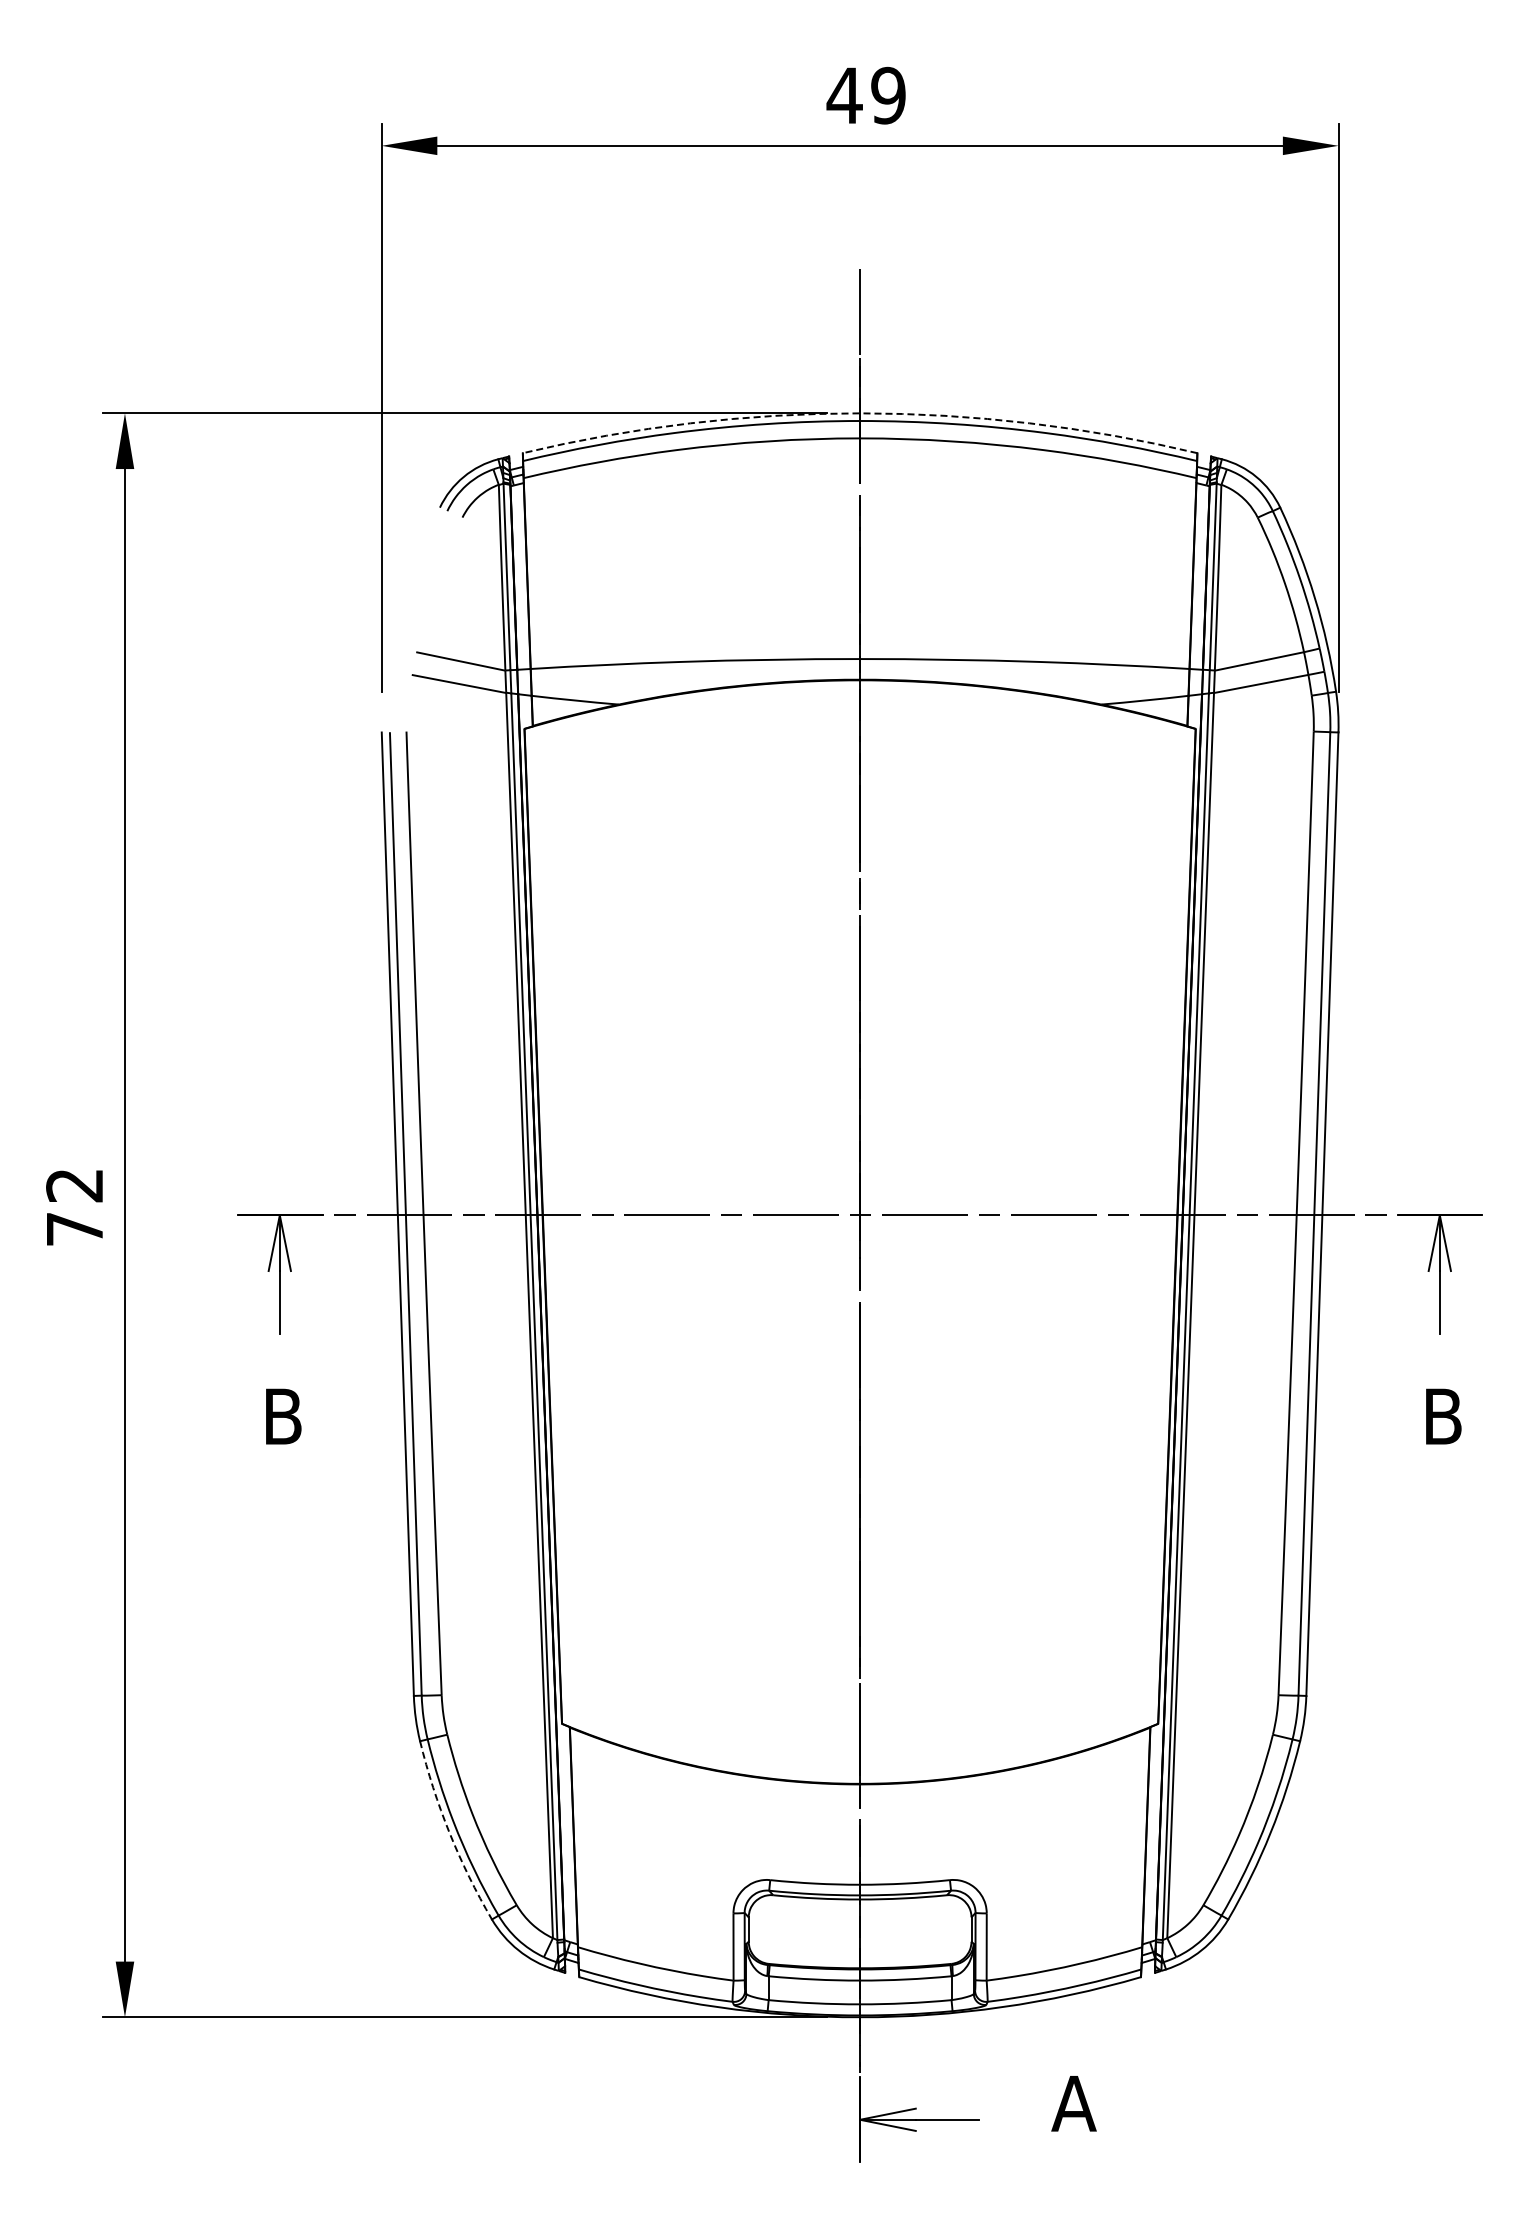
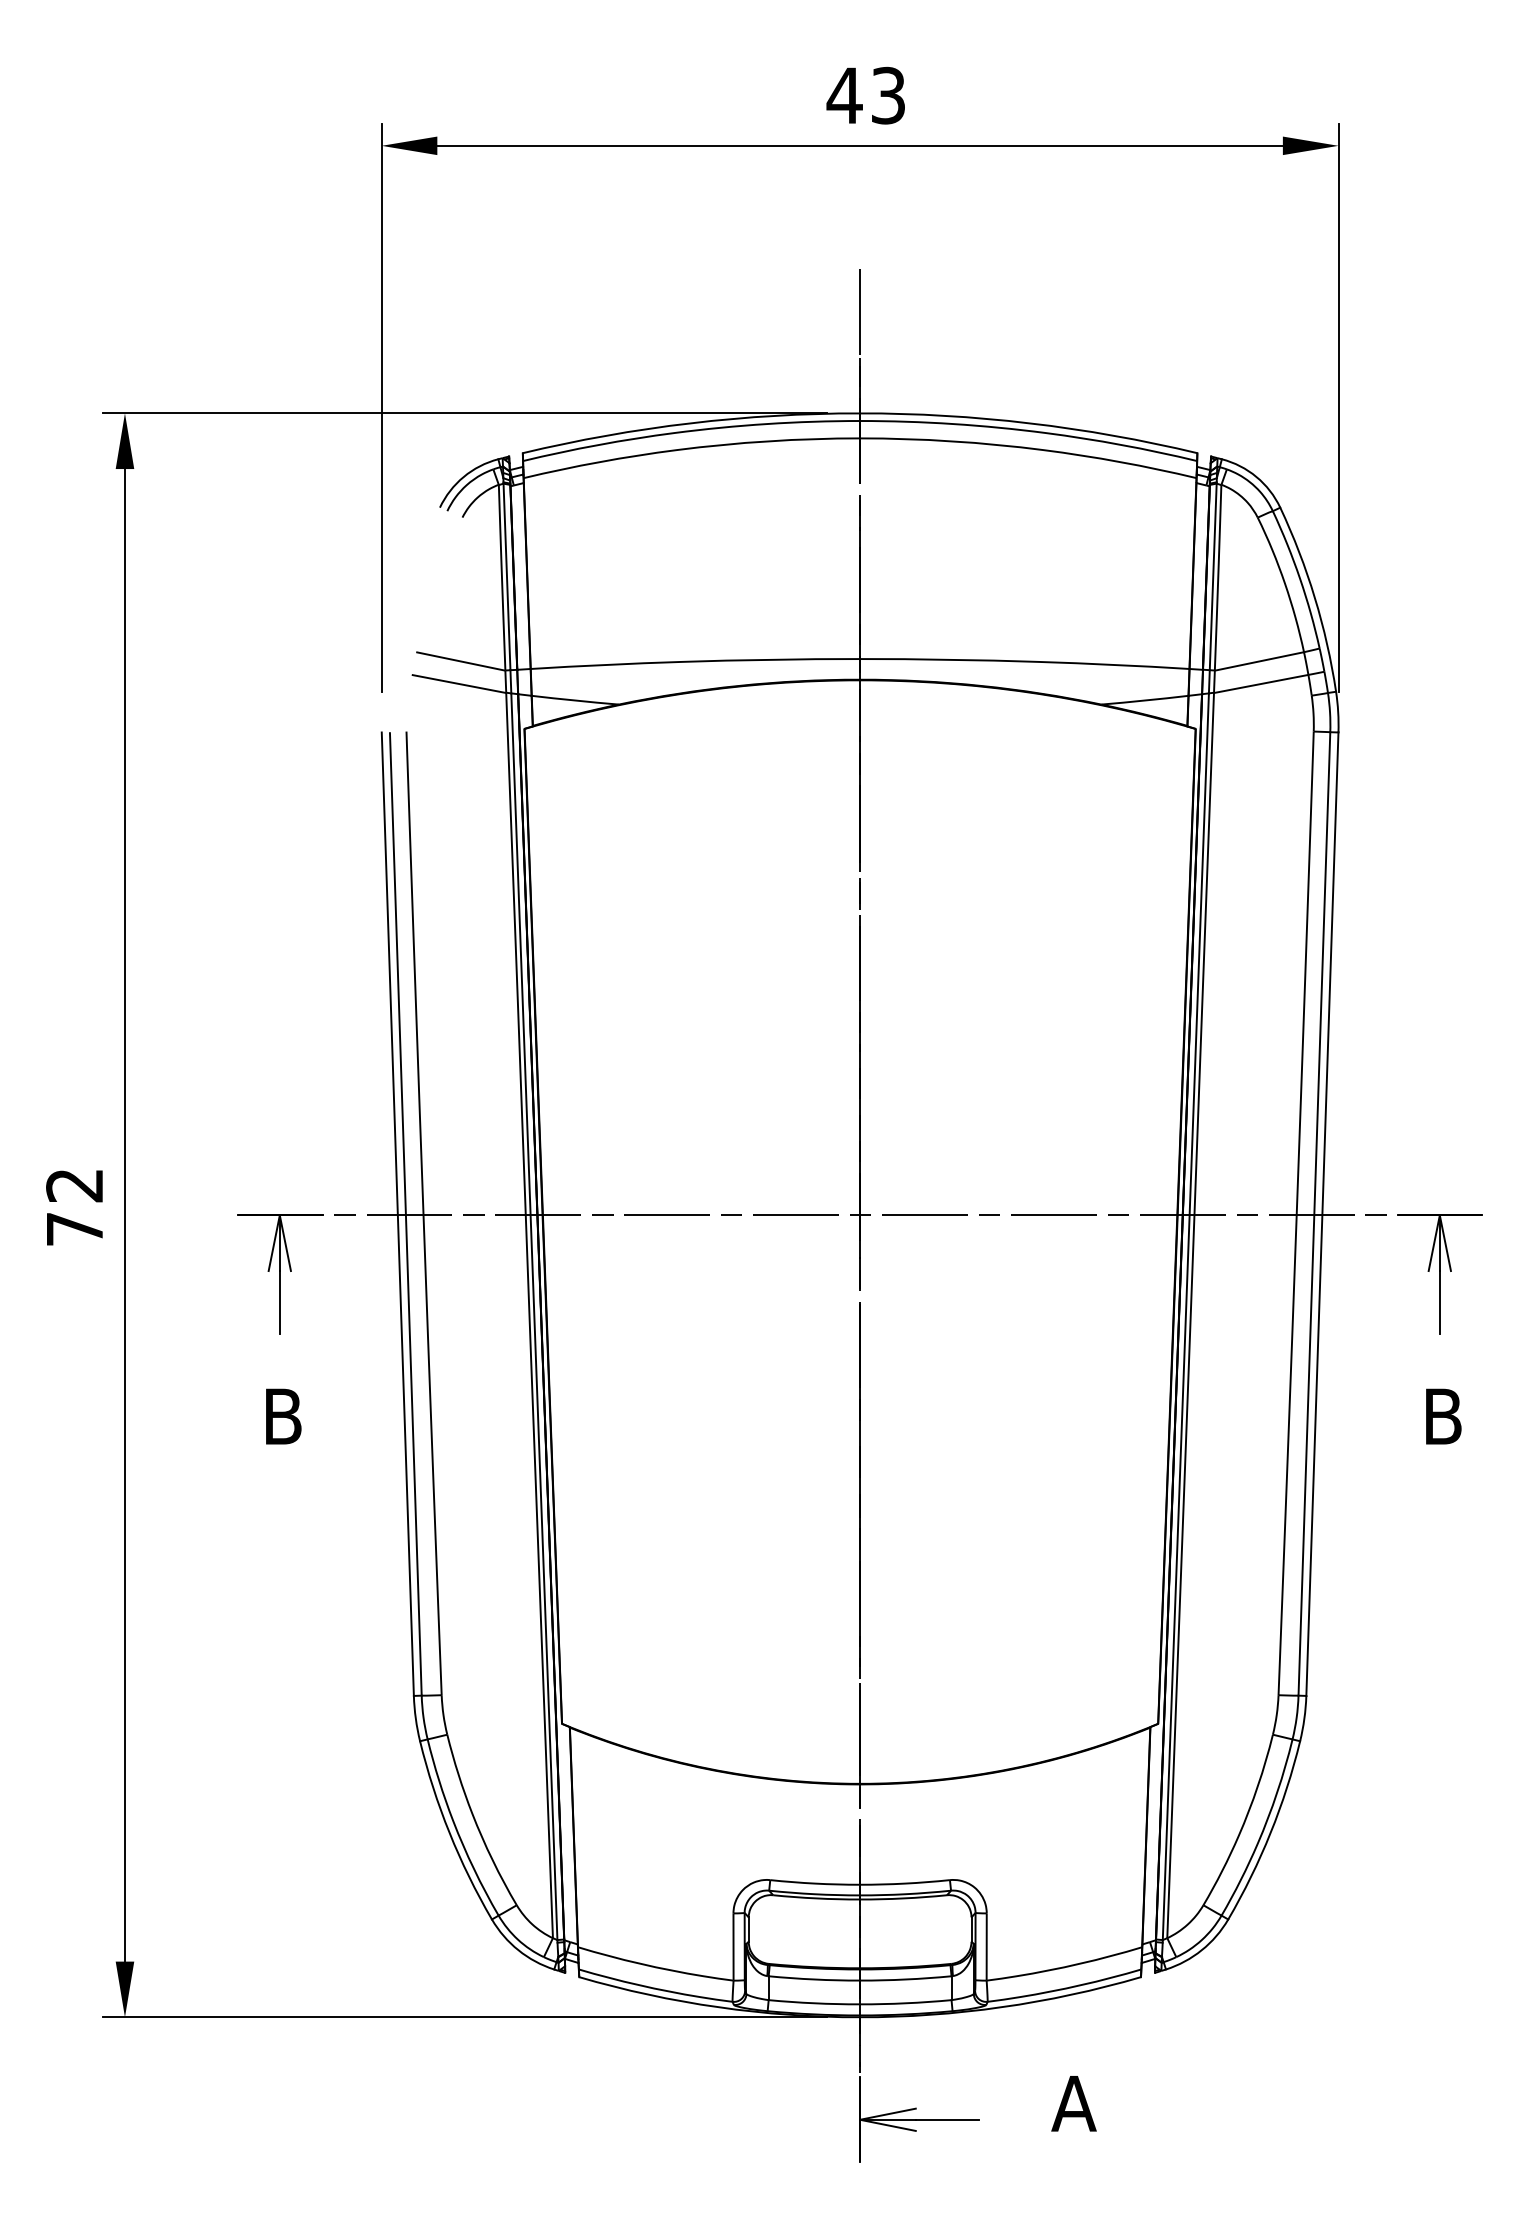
text at (888, 95): 49 -> 43
arc at (860, 413): dashed -> solid
arc at (449, 1832): dashed -> solid
